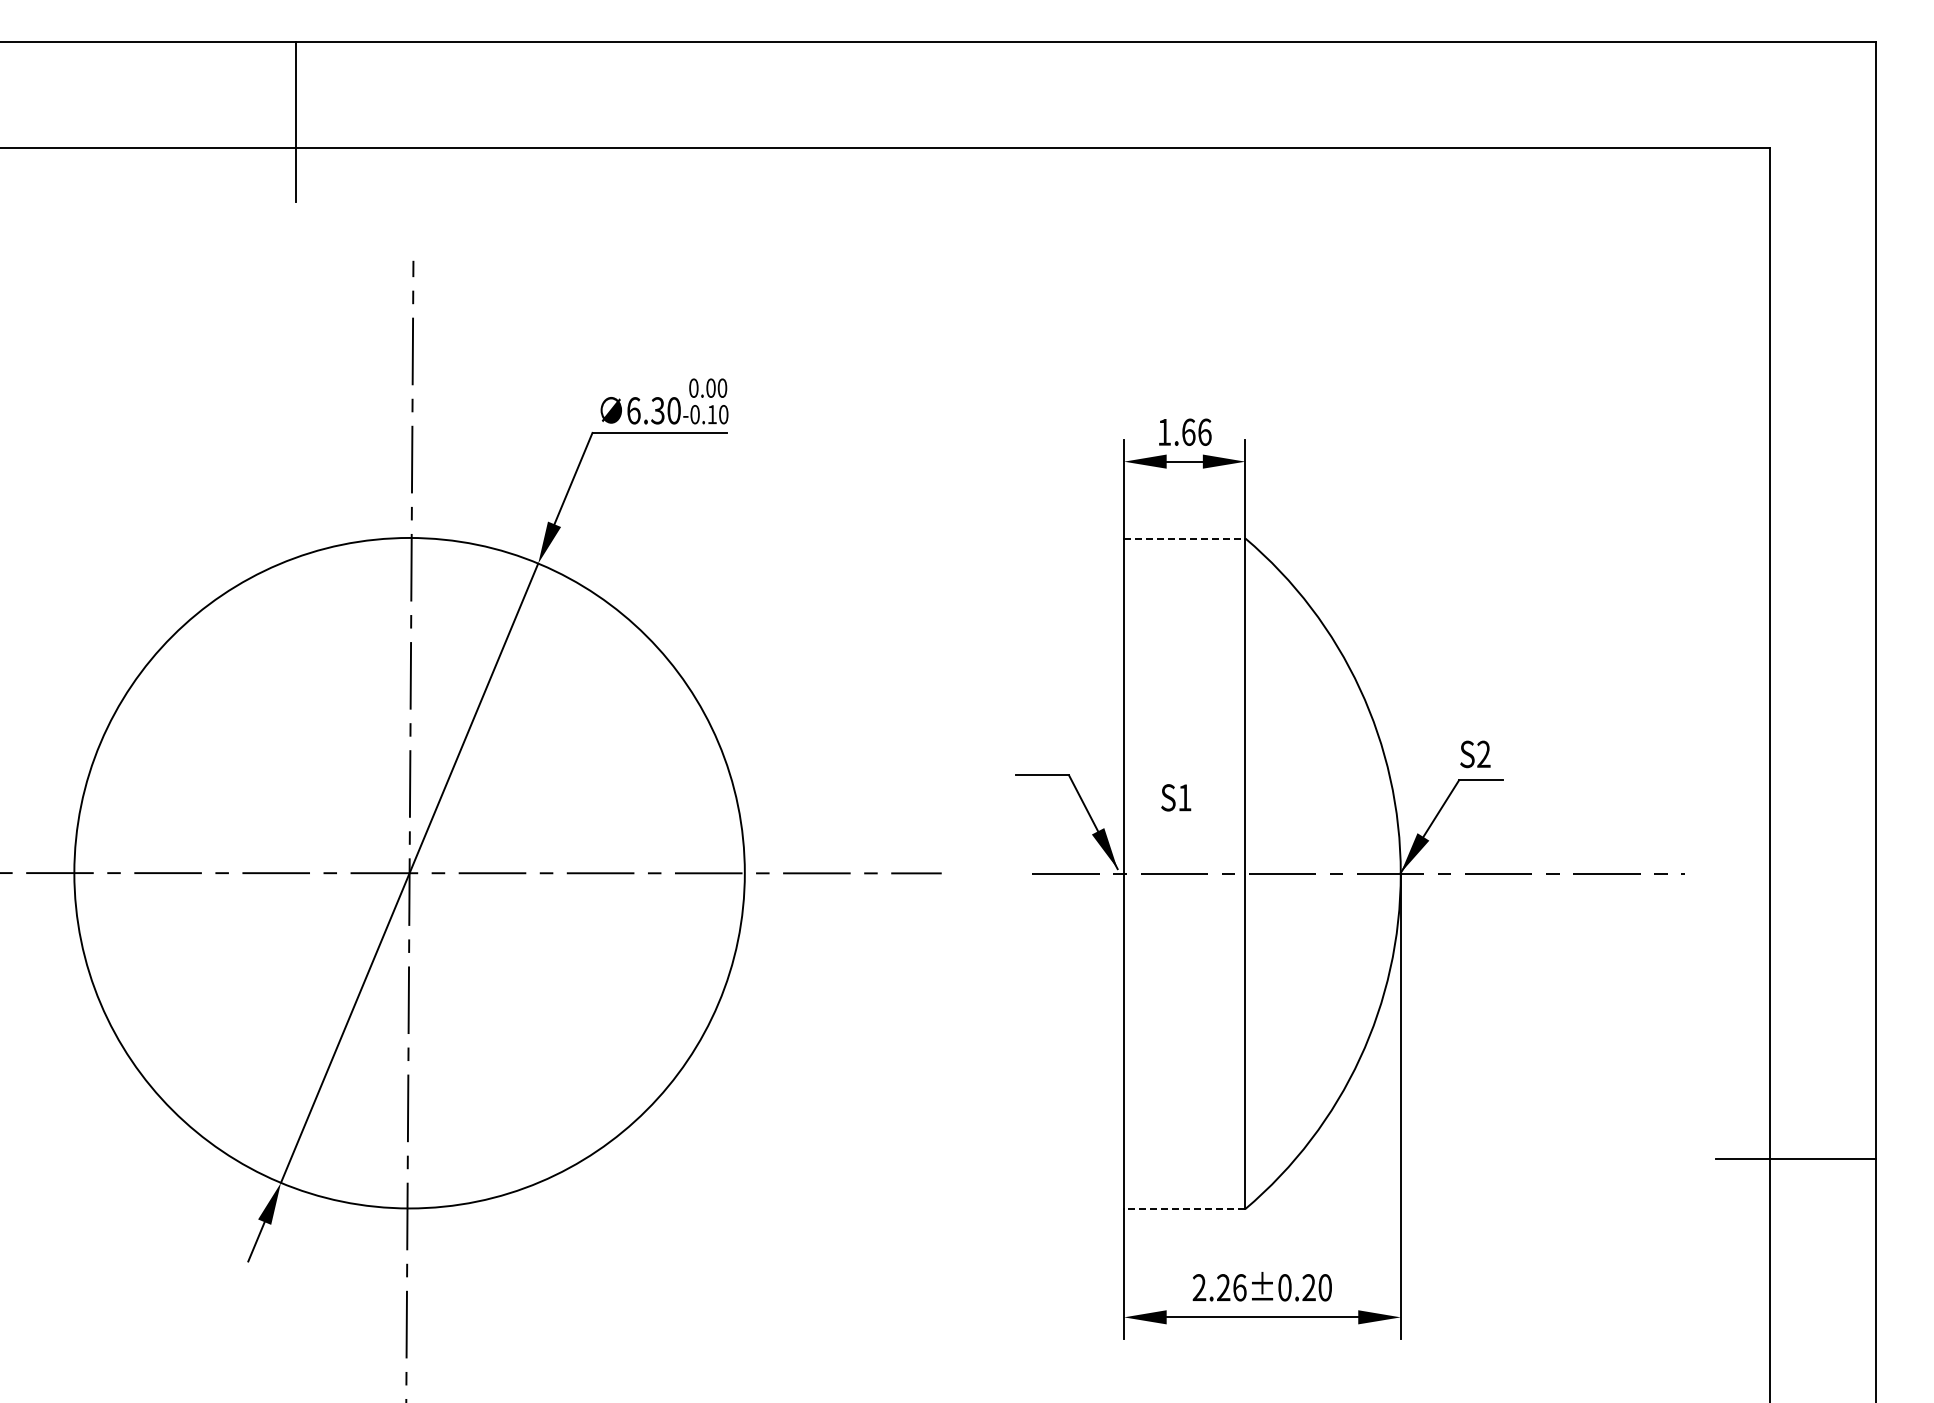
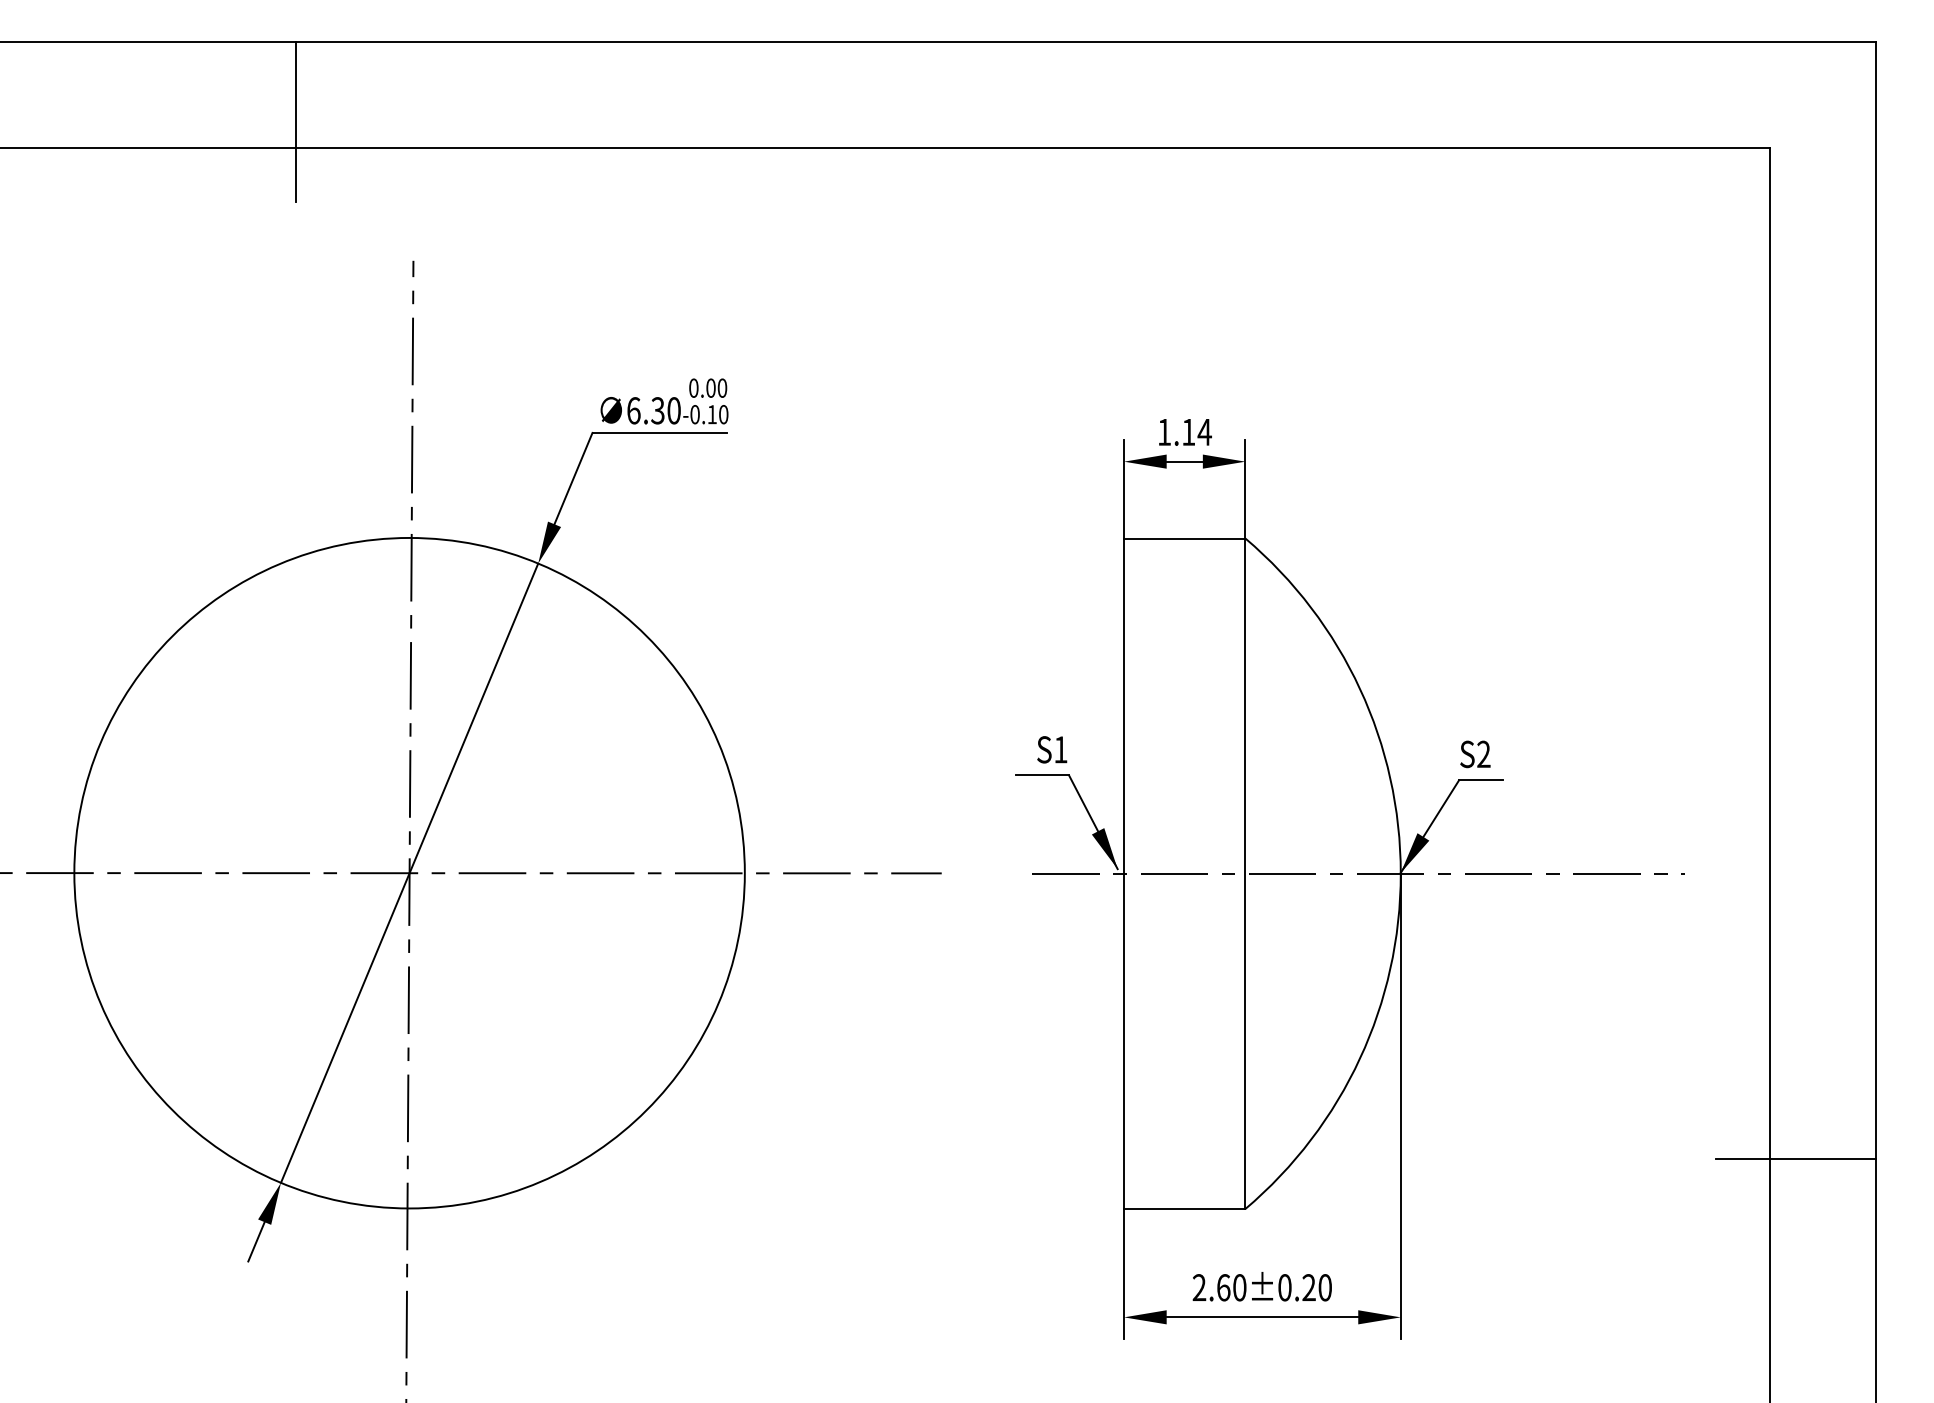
text at (1196, 431): 1.66 -> 1.14
line at (1184, 538): dashed -> solid
text at (1176, 797) position: (1176, 797) -> (1052, 749)
line at (1184, 1209): dashed -> solid
text at (1231, 1287): 2.26±0.20 -> 2.60±0.20
